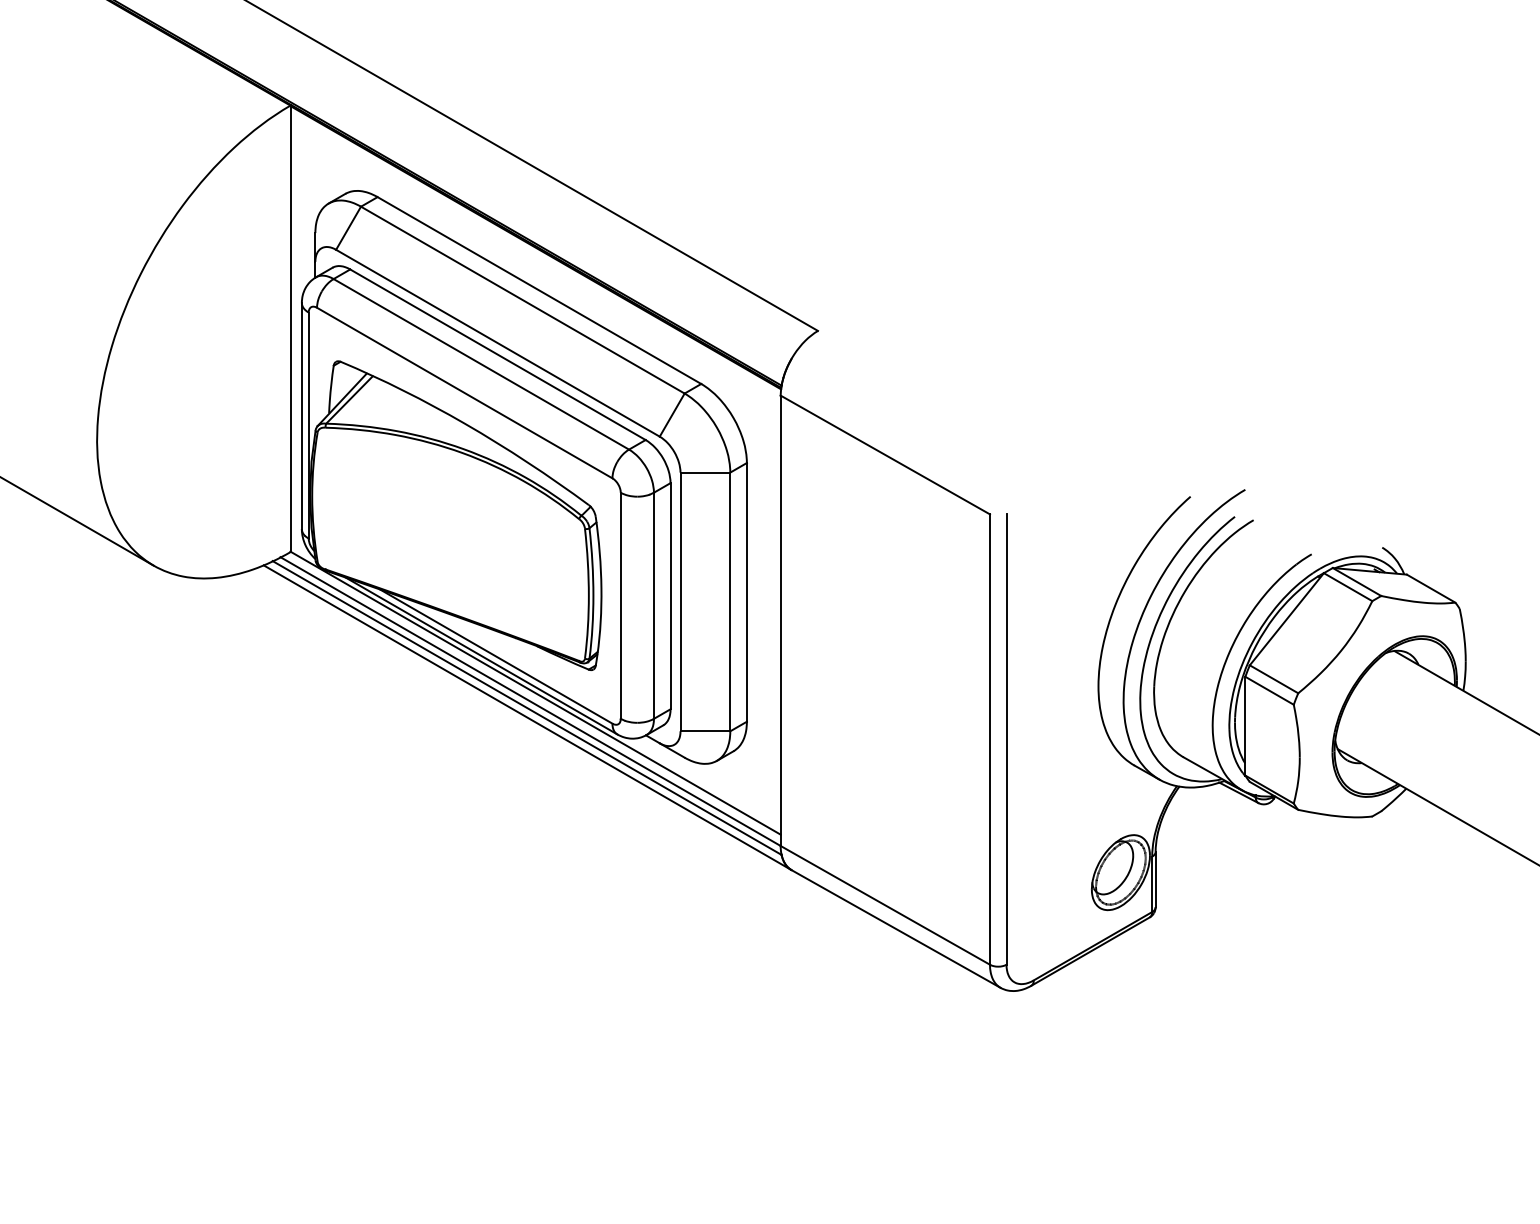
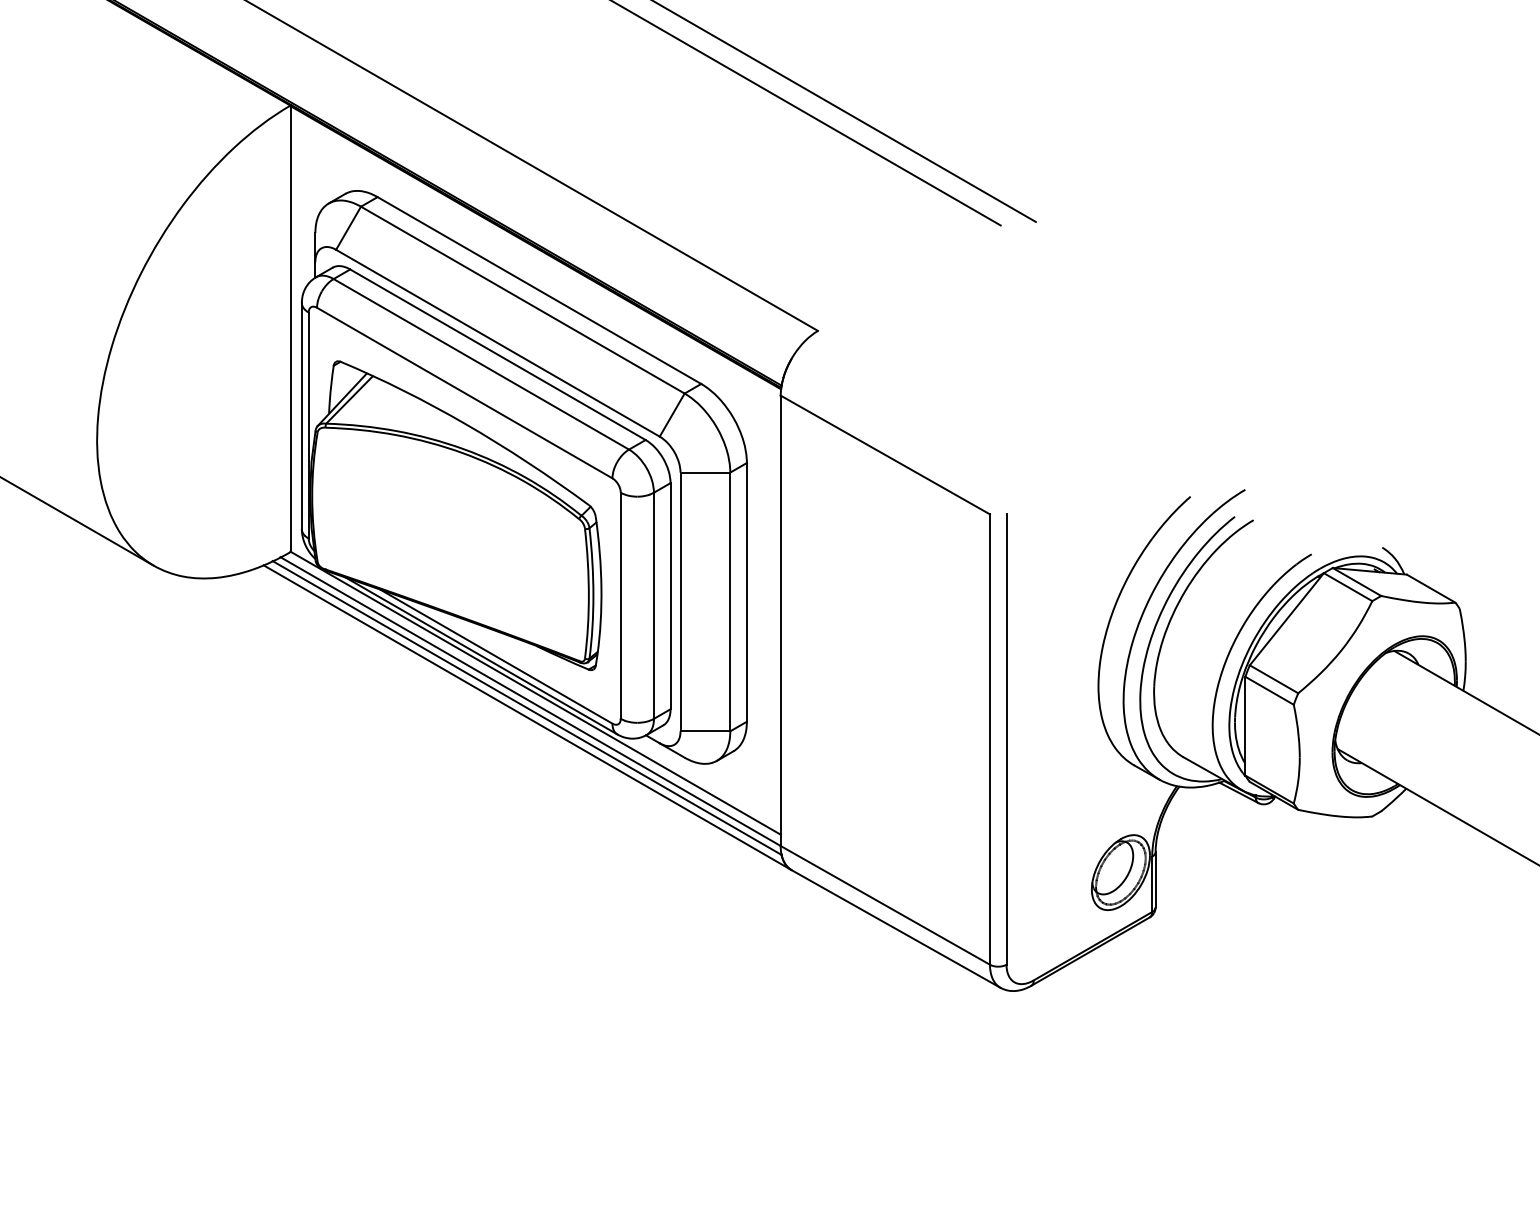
line at (845, 111): none -> present
line at (807, 113): none -> present
